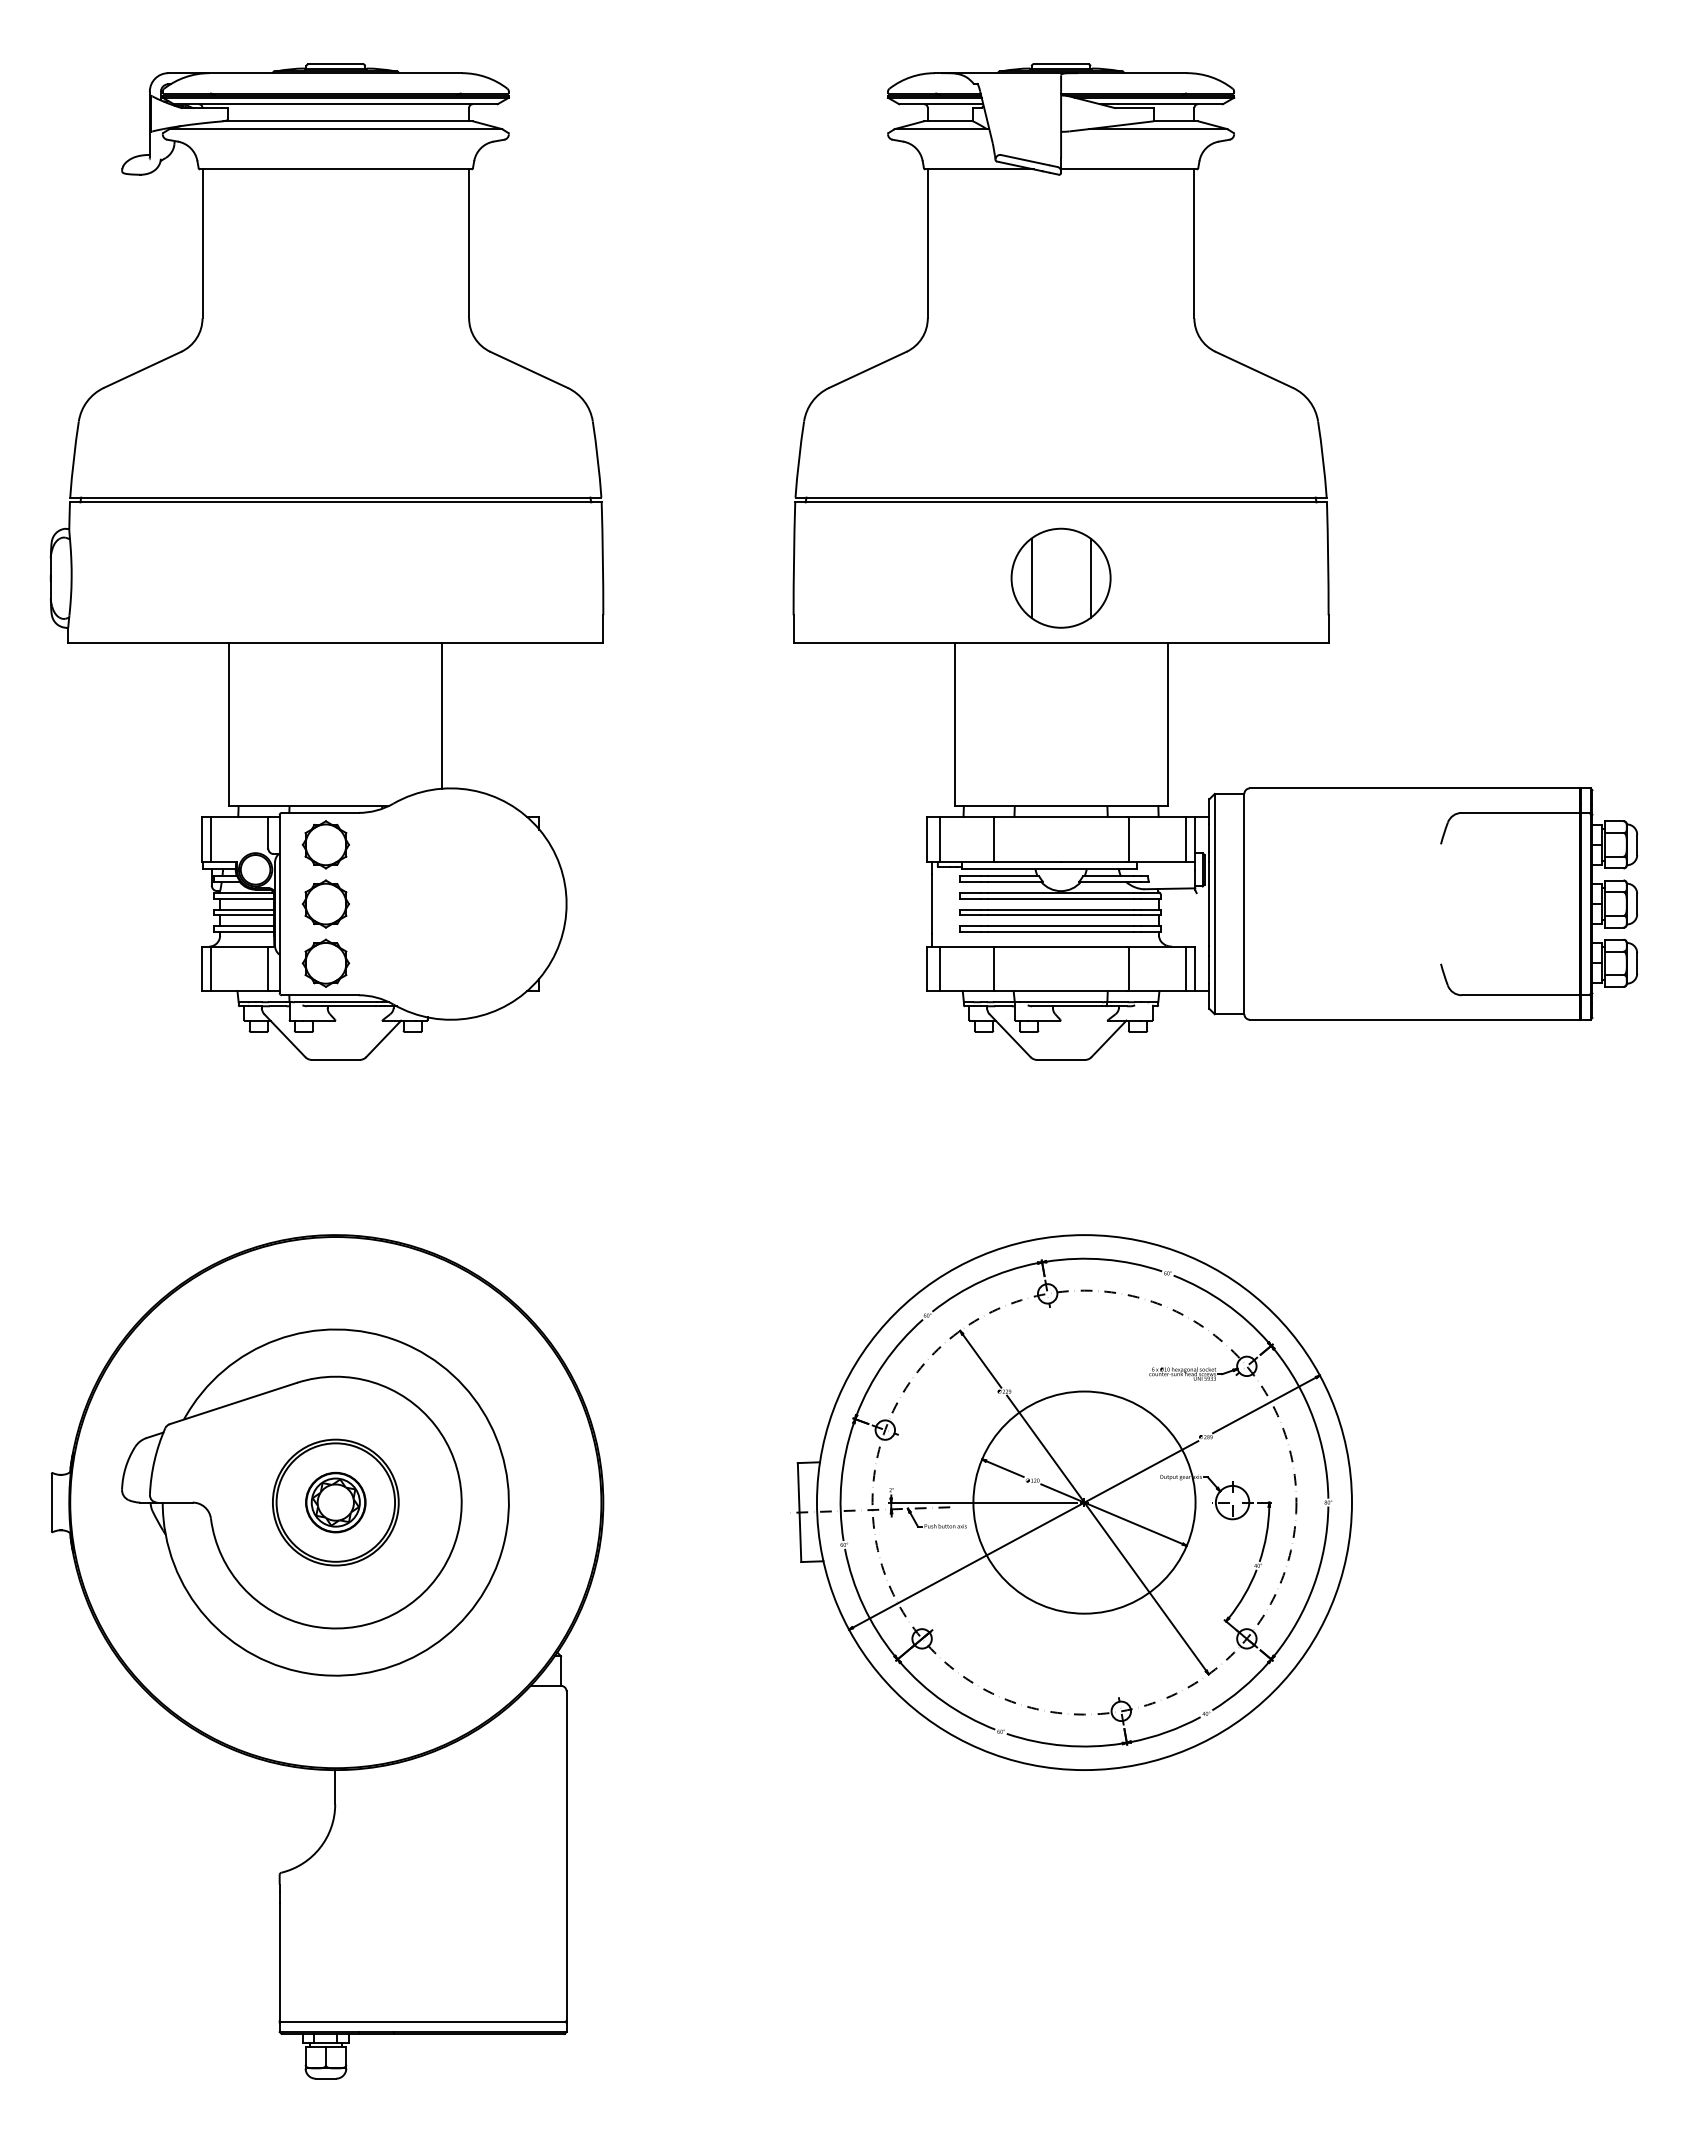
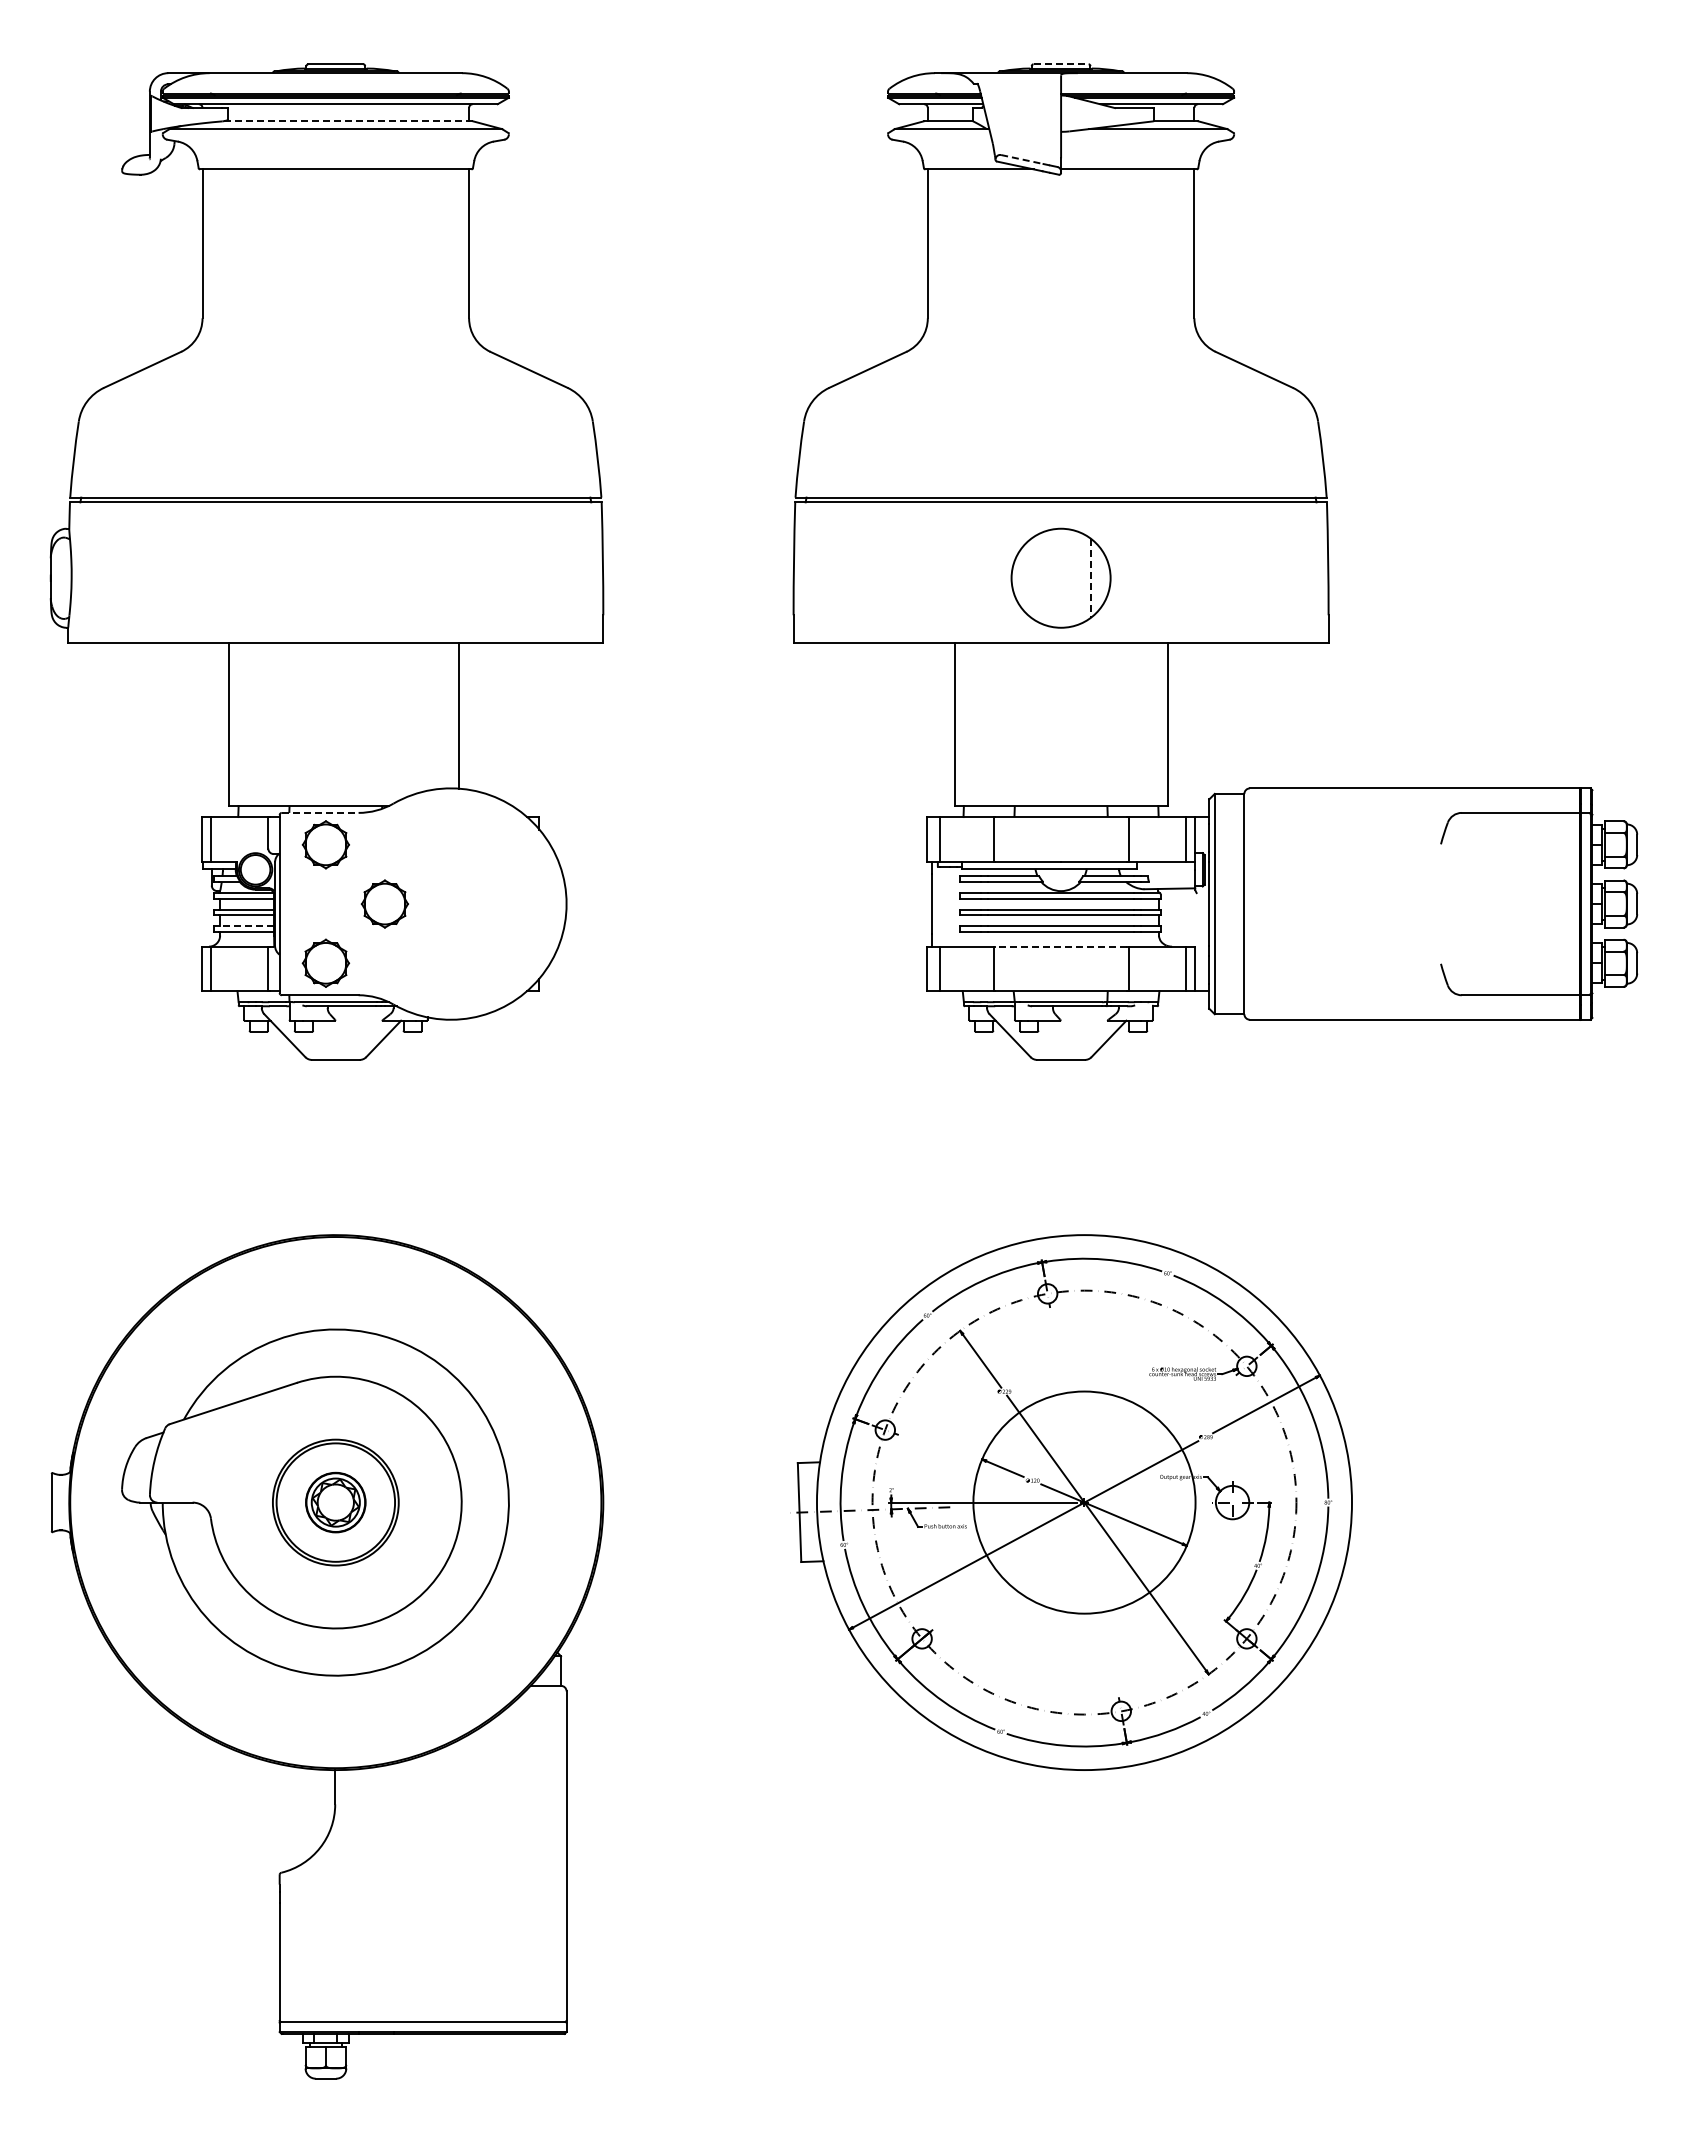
line at (1061, 64): solid -> dashed
line at (348, 121): solid -> dashed
line at (1022, 159): solid -> dashed
line at (1031, 578): present -> none
line at (1090, 578): solid -> dashed
line at (442, 715) position: (442, 715) -> (459, 715)
line at (320, 812): solid -> dashed
part at (325, 903) position: (325, 903) -> (384, 903)
line at (246, 926): solid -> dashed
line at (1061, 946): solid -> dashed
